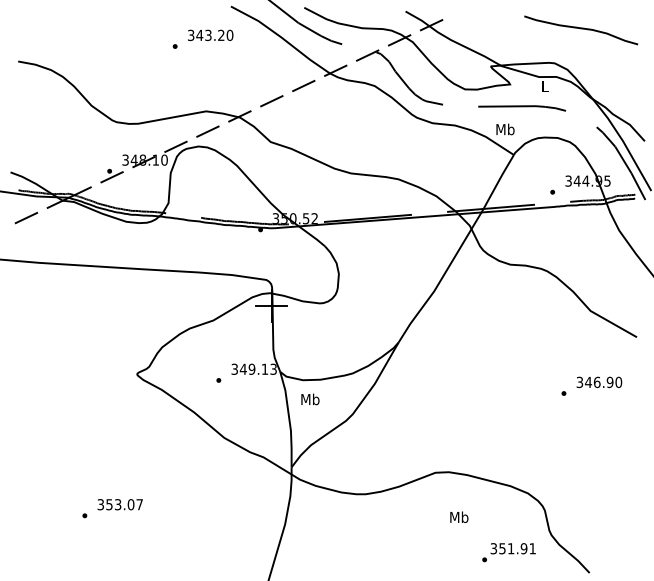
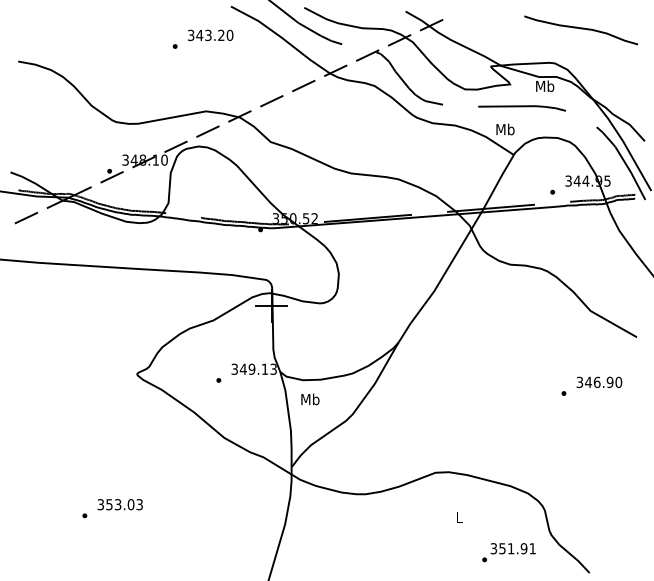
text at (545, 86): L -> Mb
text at (139, 504): 353.07 -> 353.03
text at (459, 517): Mb -> L
